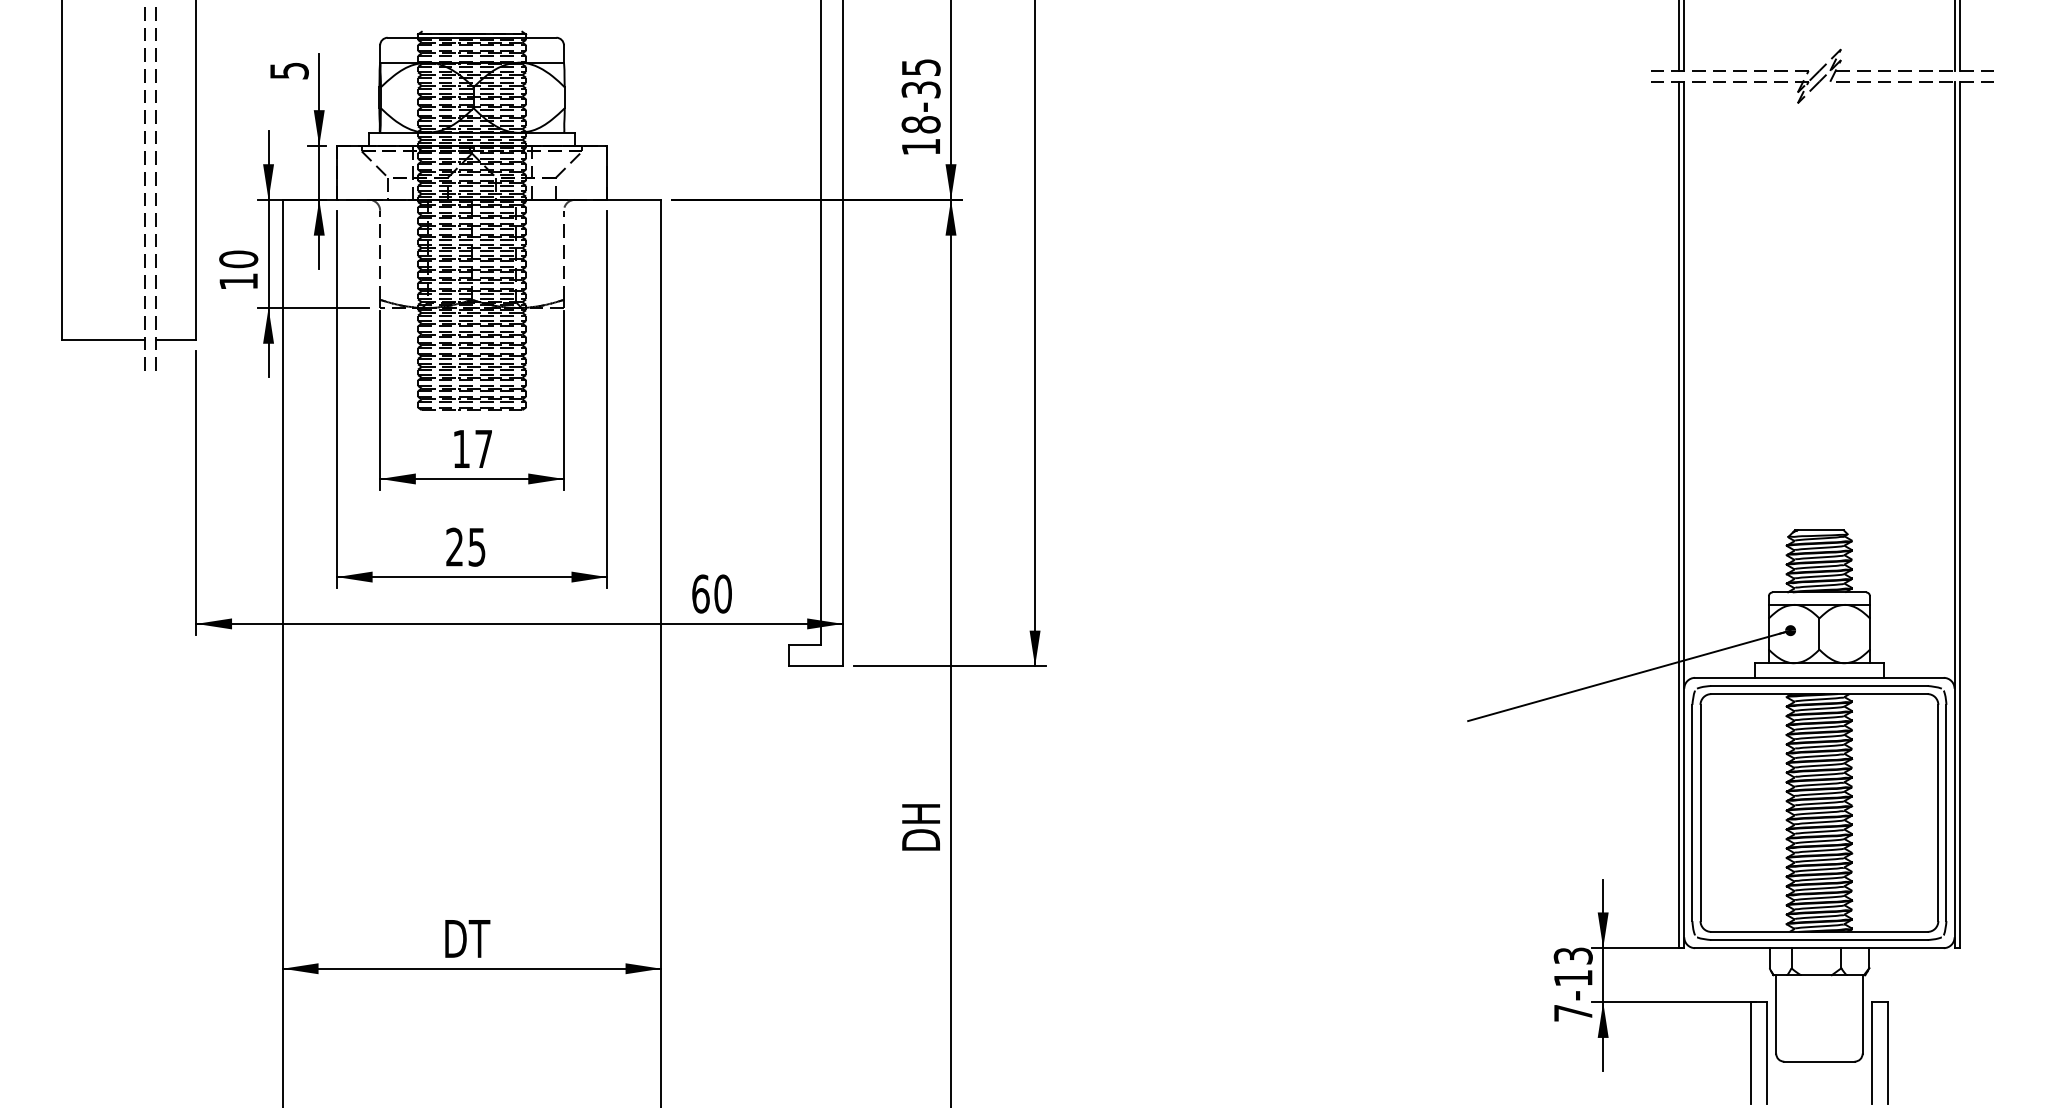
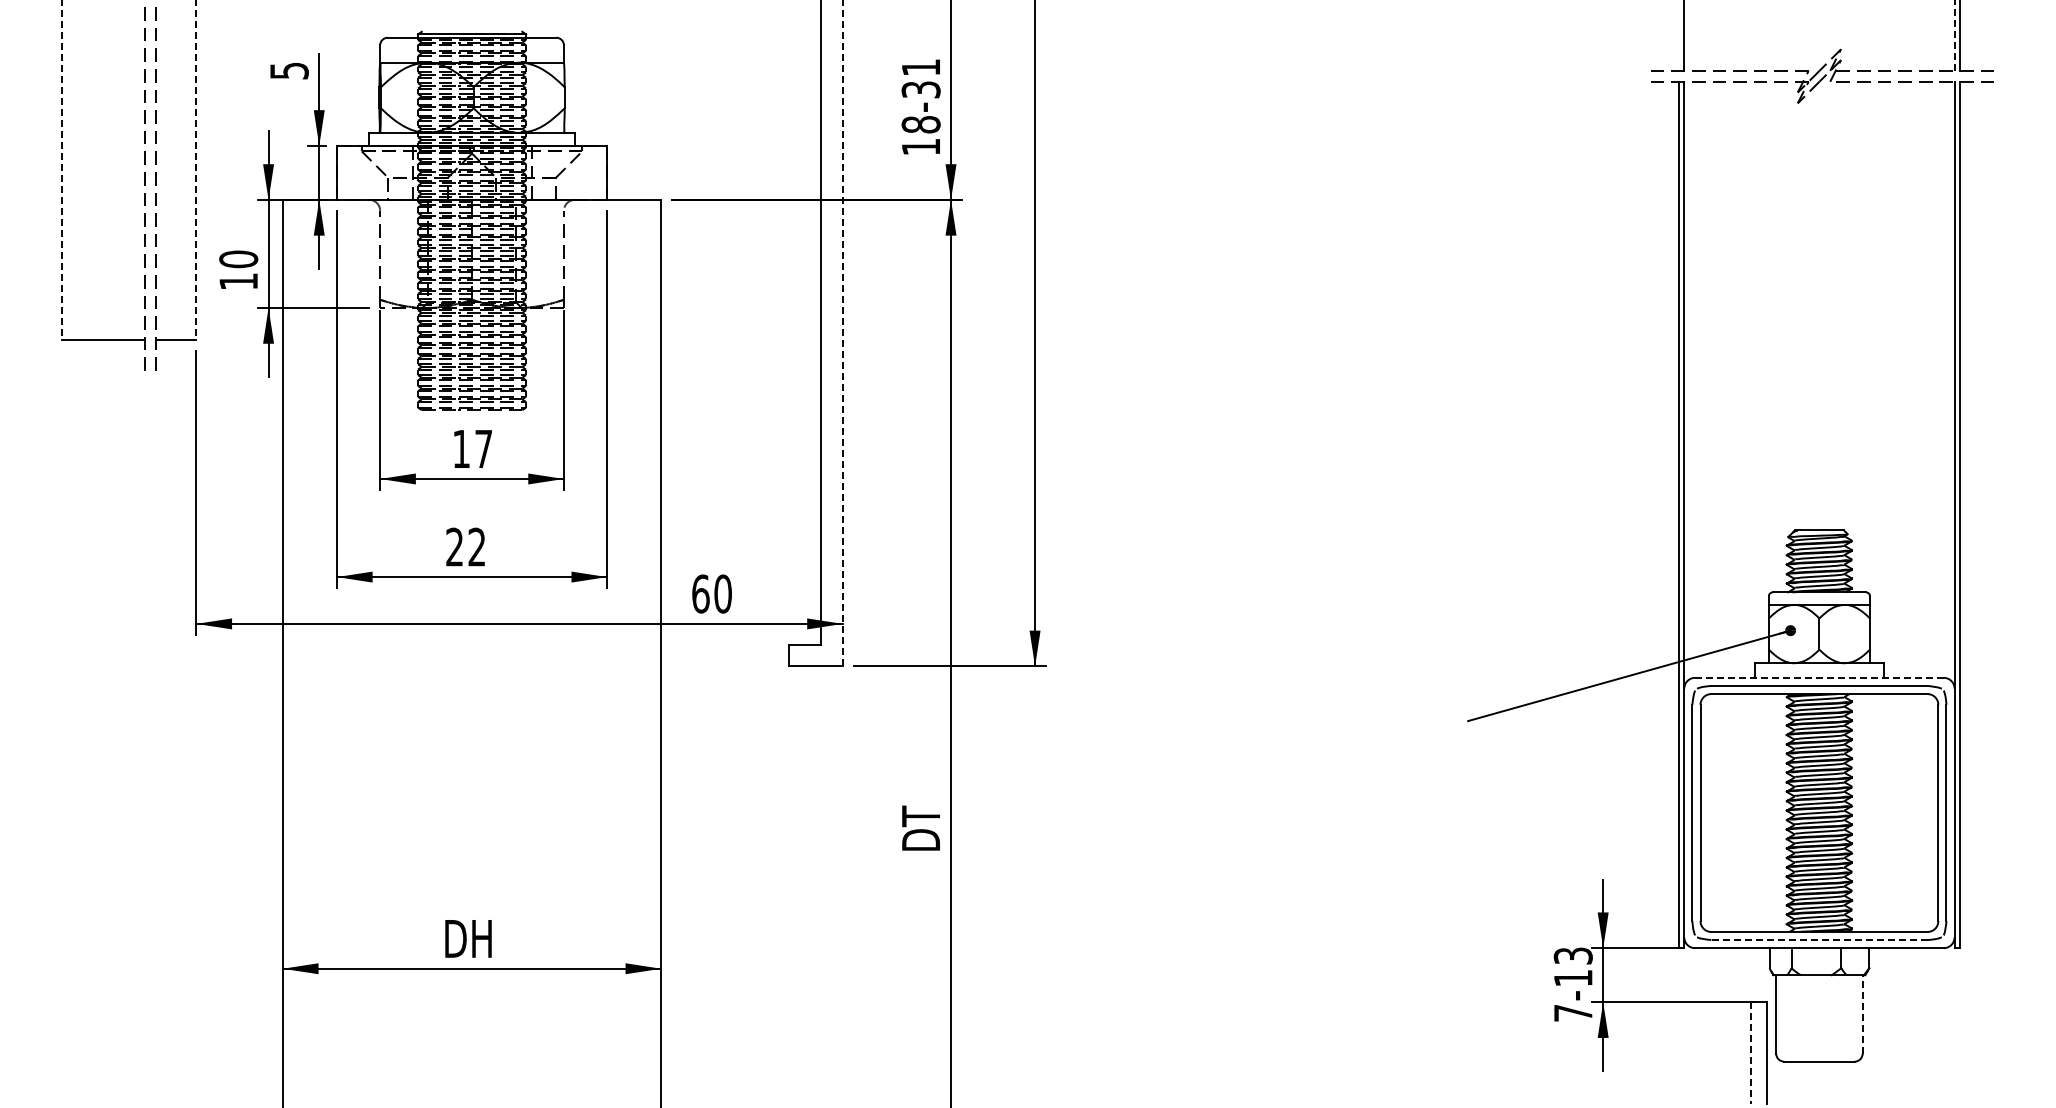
line at (1954, 34): solid -> dashed
line at (1678, 36): present -> none
text at (921, 67): 18-35 -> 18-31
line at (61, 170): solid -> dashed
line at (196, 170): solid -> dashed
line at (842, 333): solid -> dashed
text at (476, 546): 25 -> 22
line at (1819, 677): solid -> dashed
text at (920, 815): DH -> DT
text at (479, 938): DT -> DH
line at (1818, 940): solid -> dashed
line at (1862, 1013): solid -> dashed
line at (1750, 1052): solid -> dashed
part at (1872, 1052): present -> none
